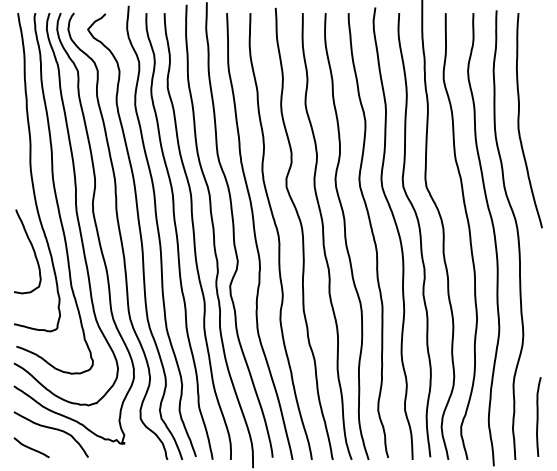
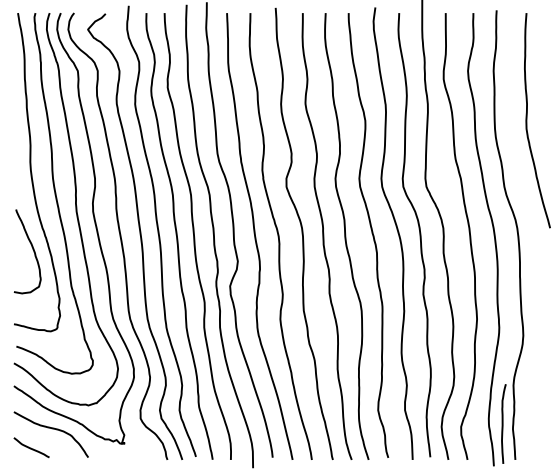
curve at (519, 120) position: (519, 120) -> (527, 120)
curve at (538, 416) position: (538, 416) -> (503, 423)
